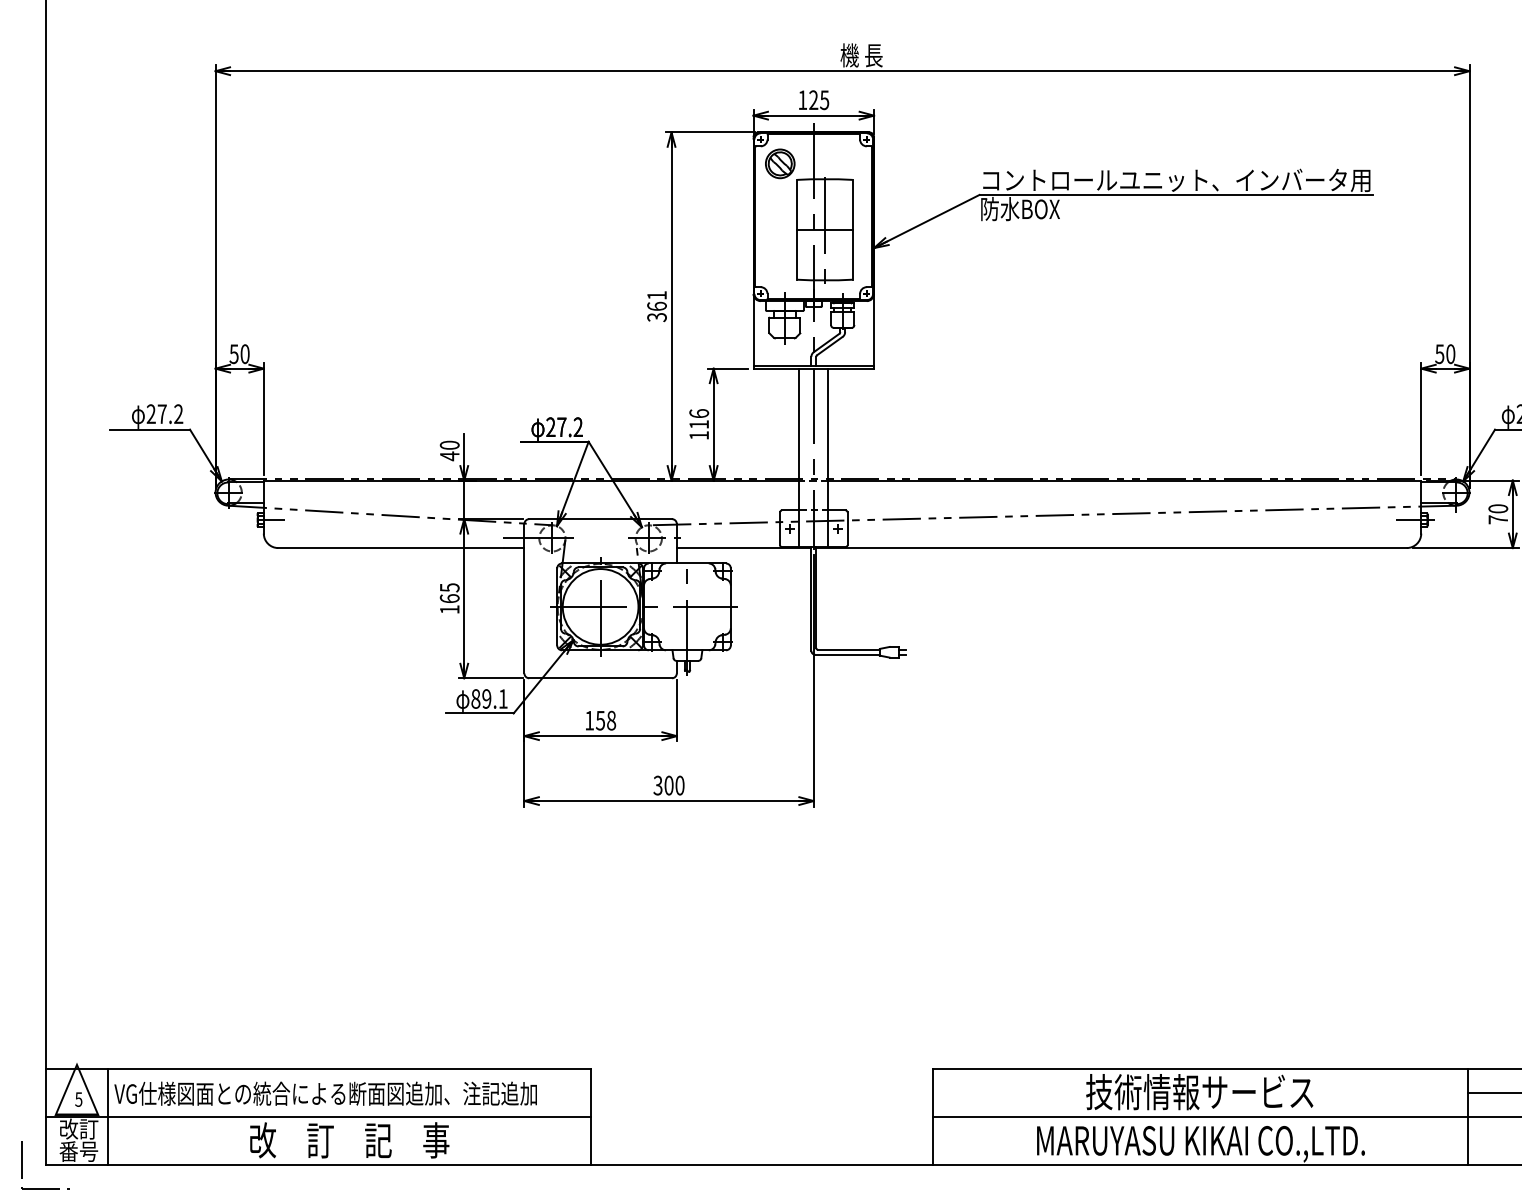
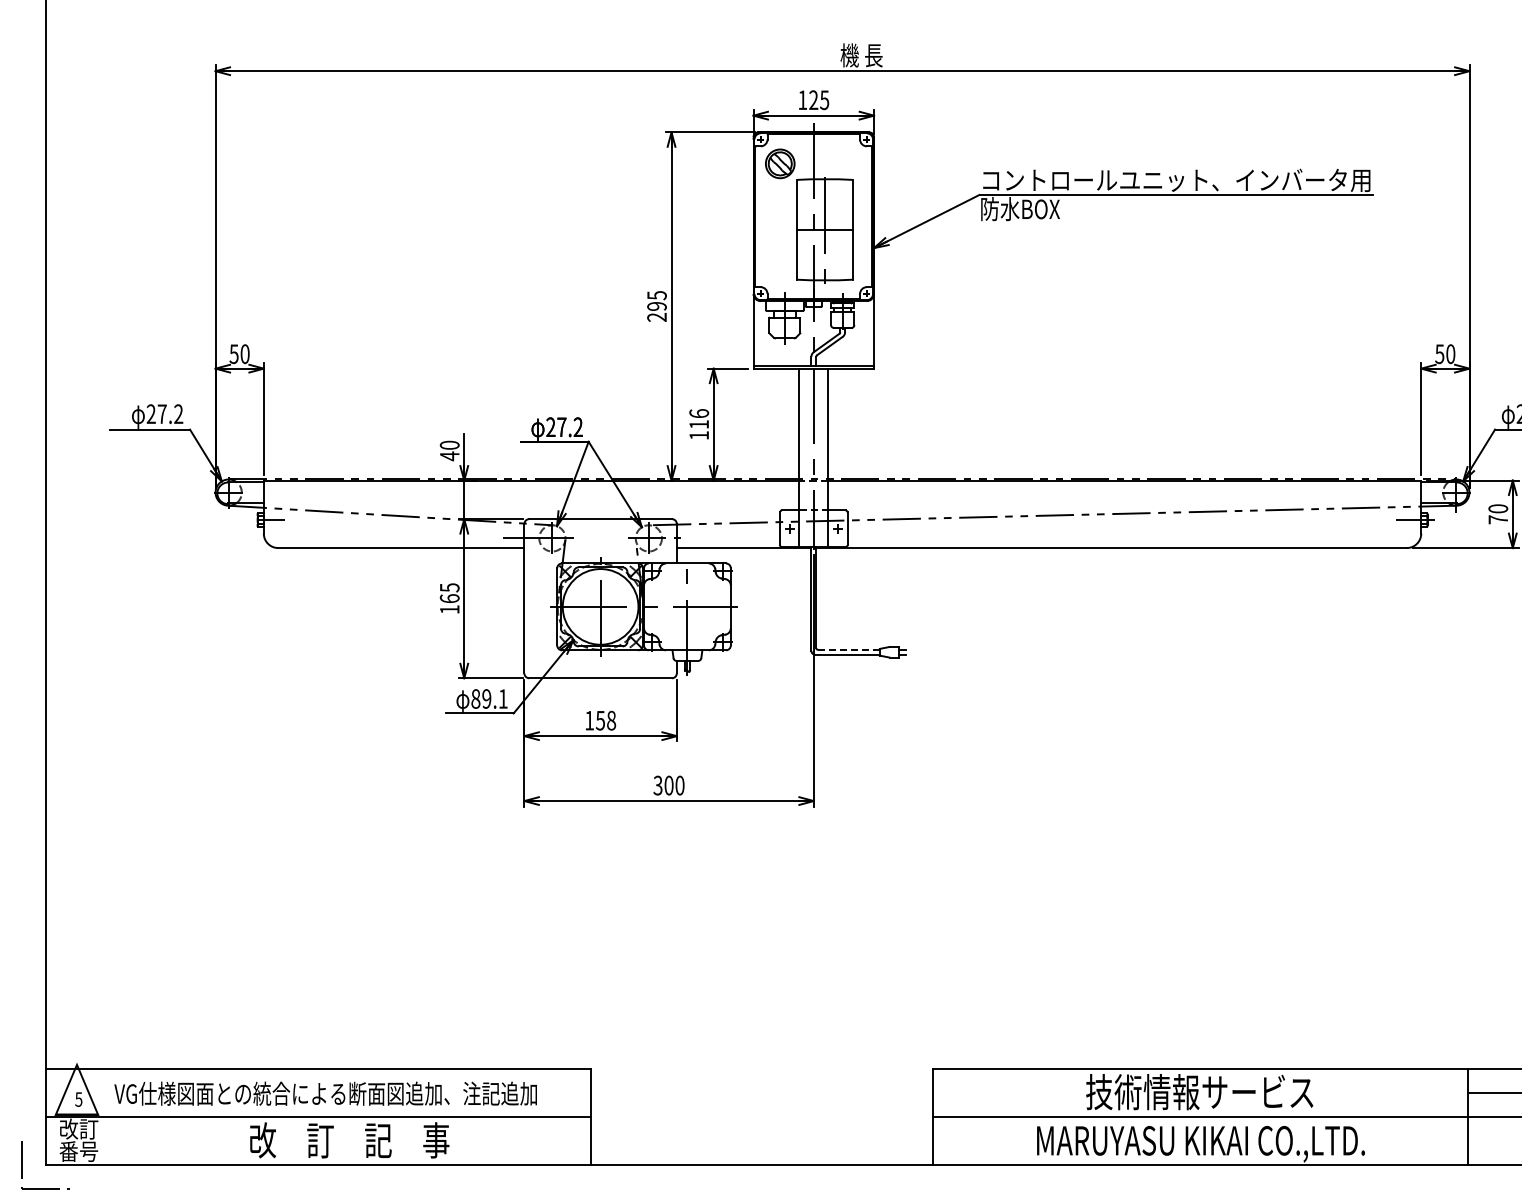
text at (656, 306): 361 -> 295
line at (849, 649): solid -> dashed
line at (108, 1116): present -> none
